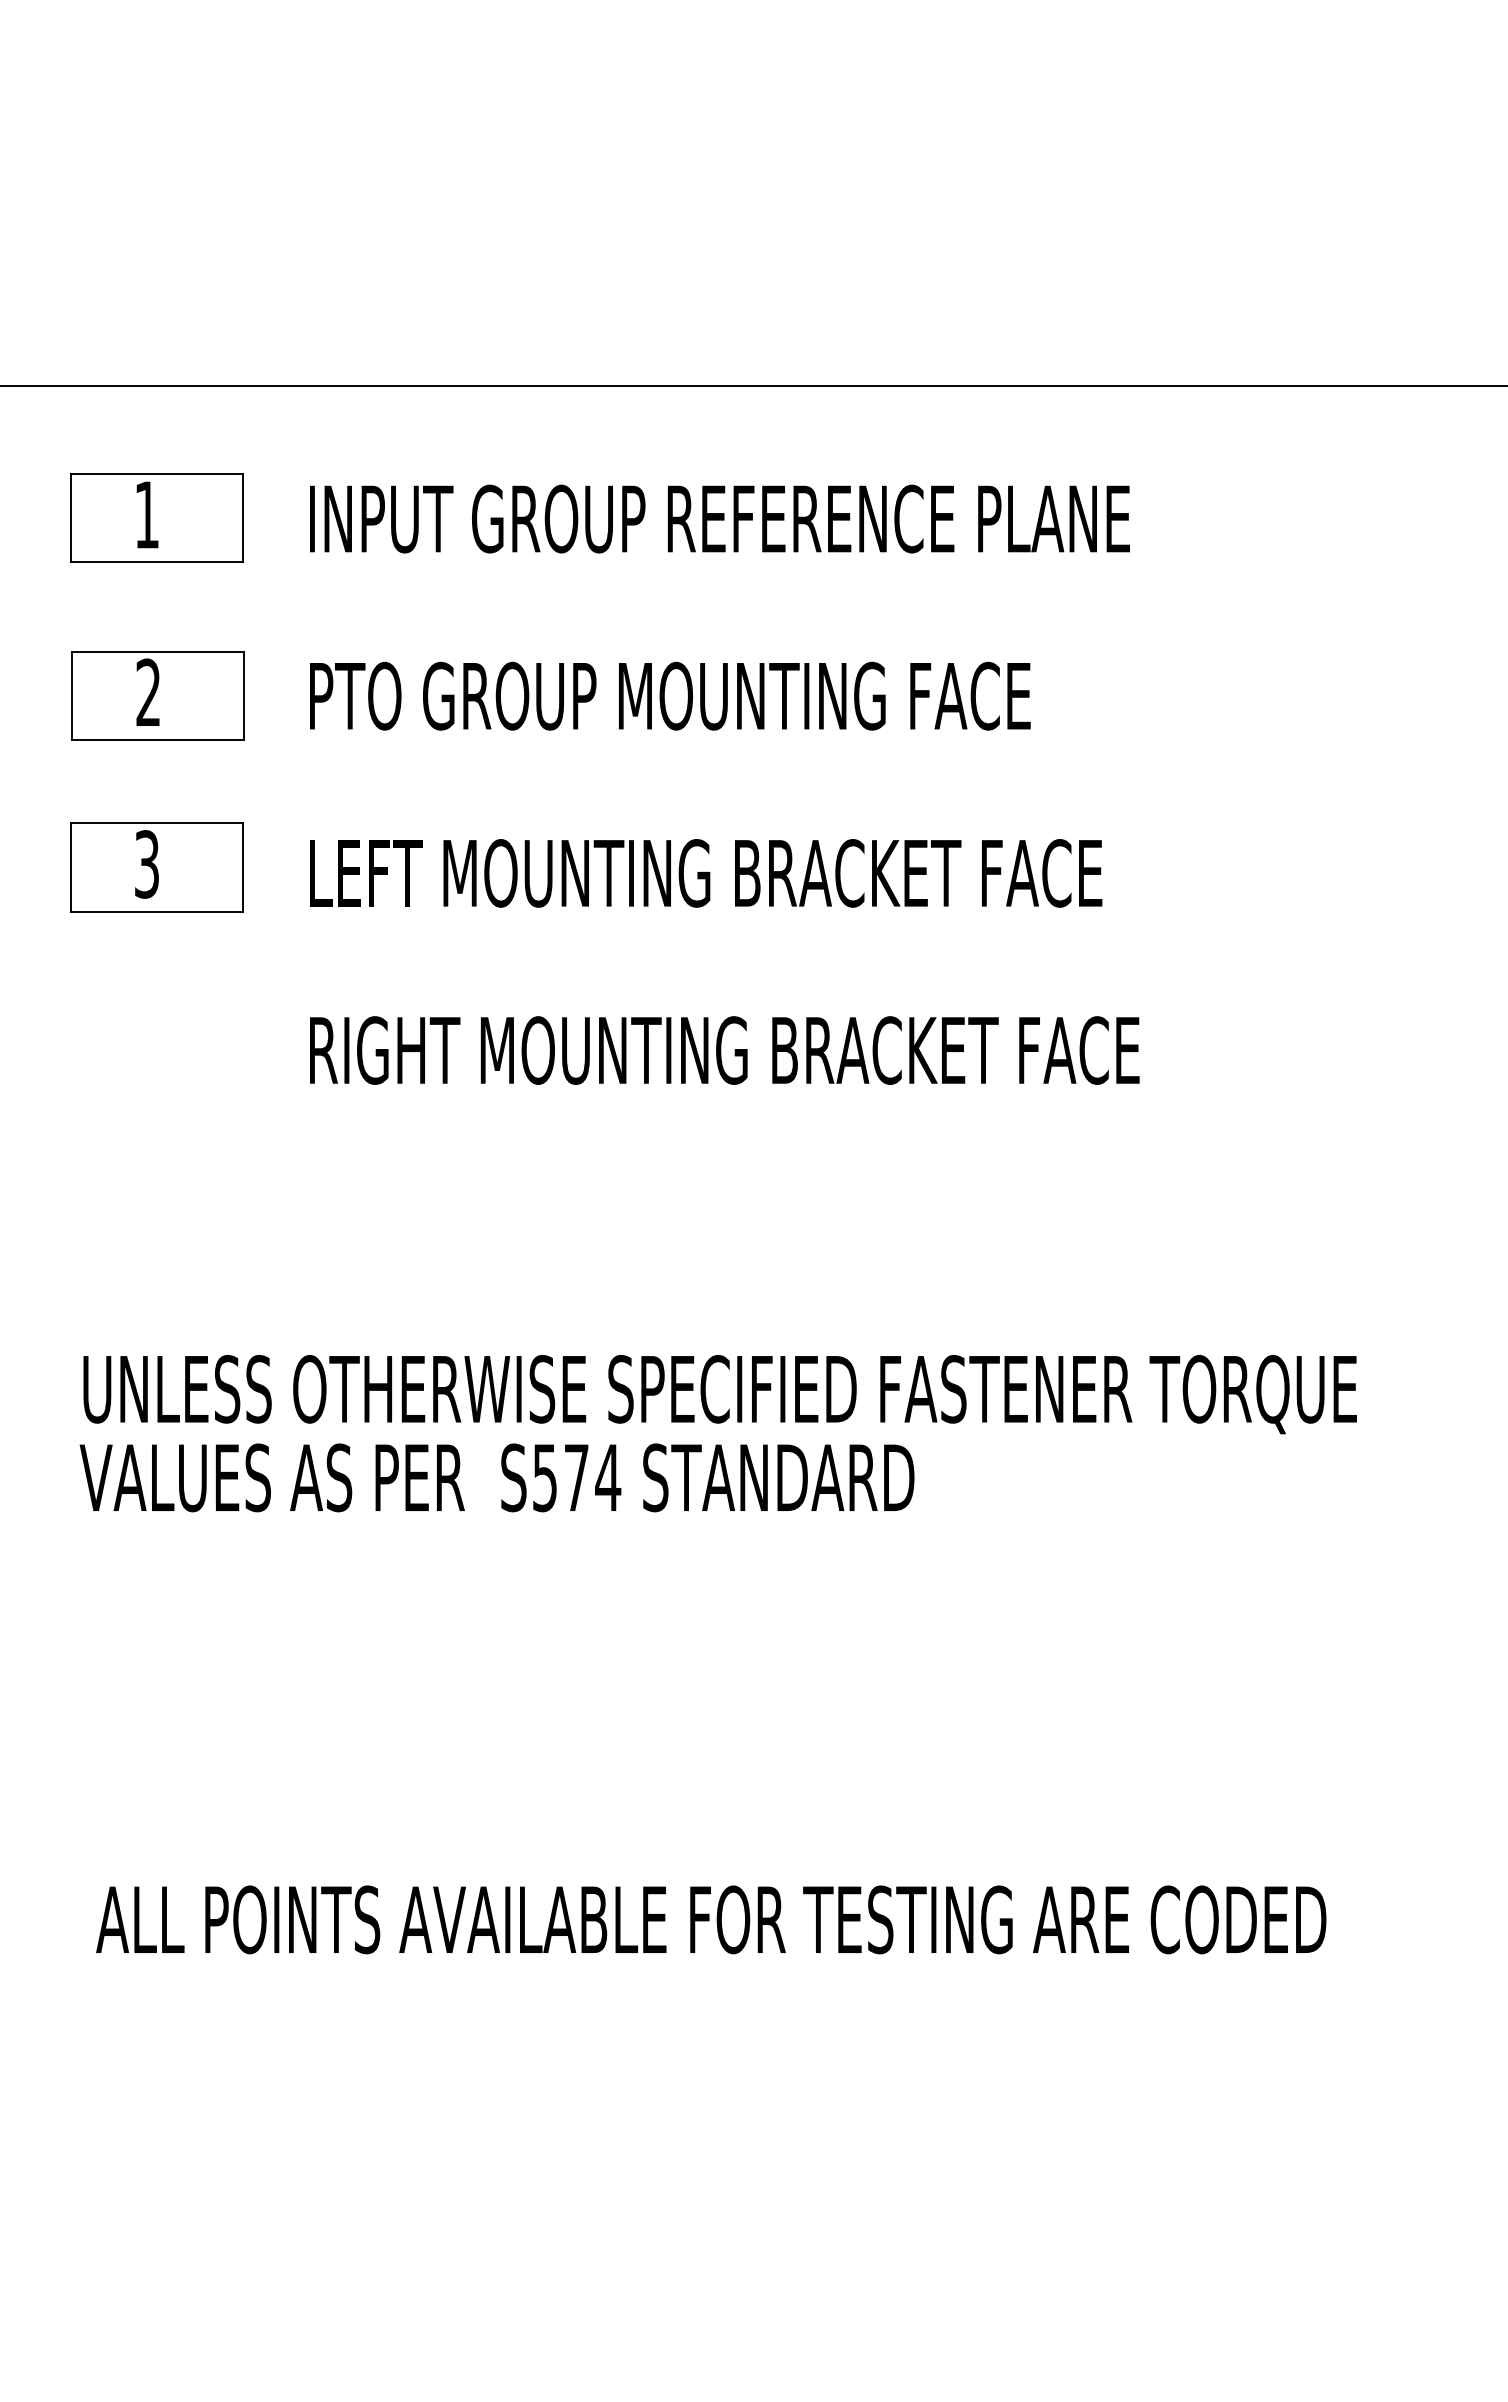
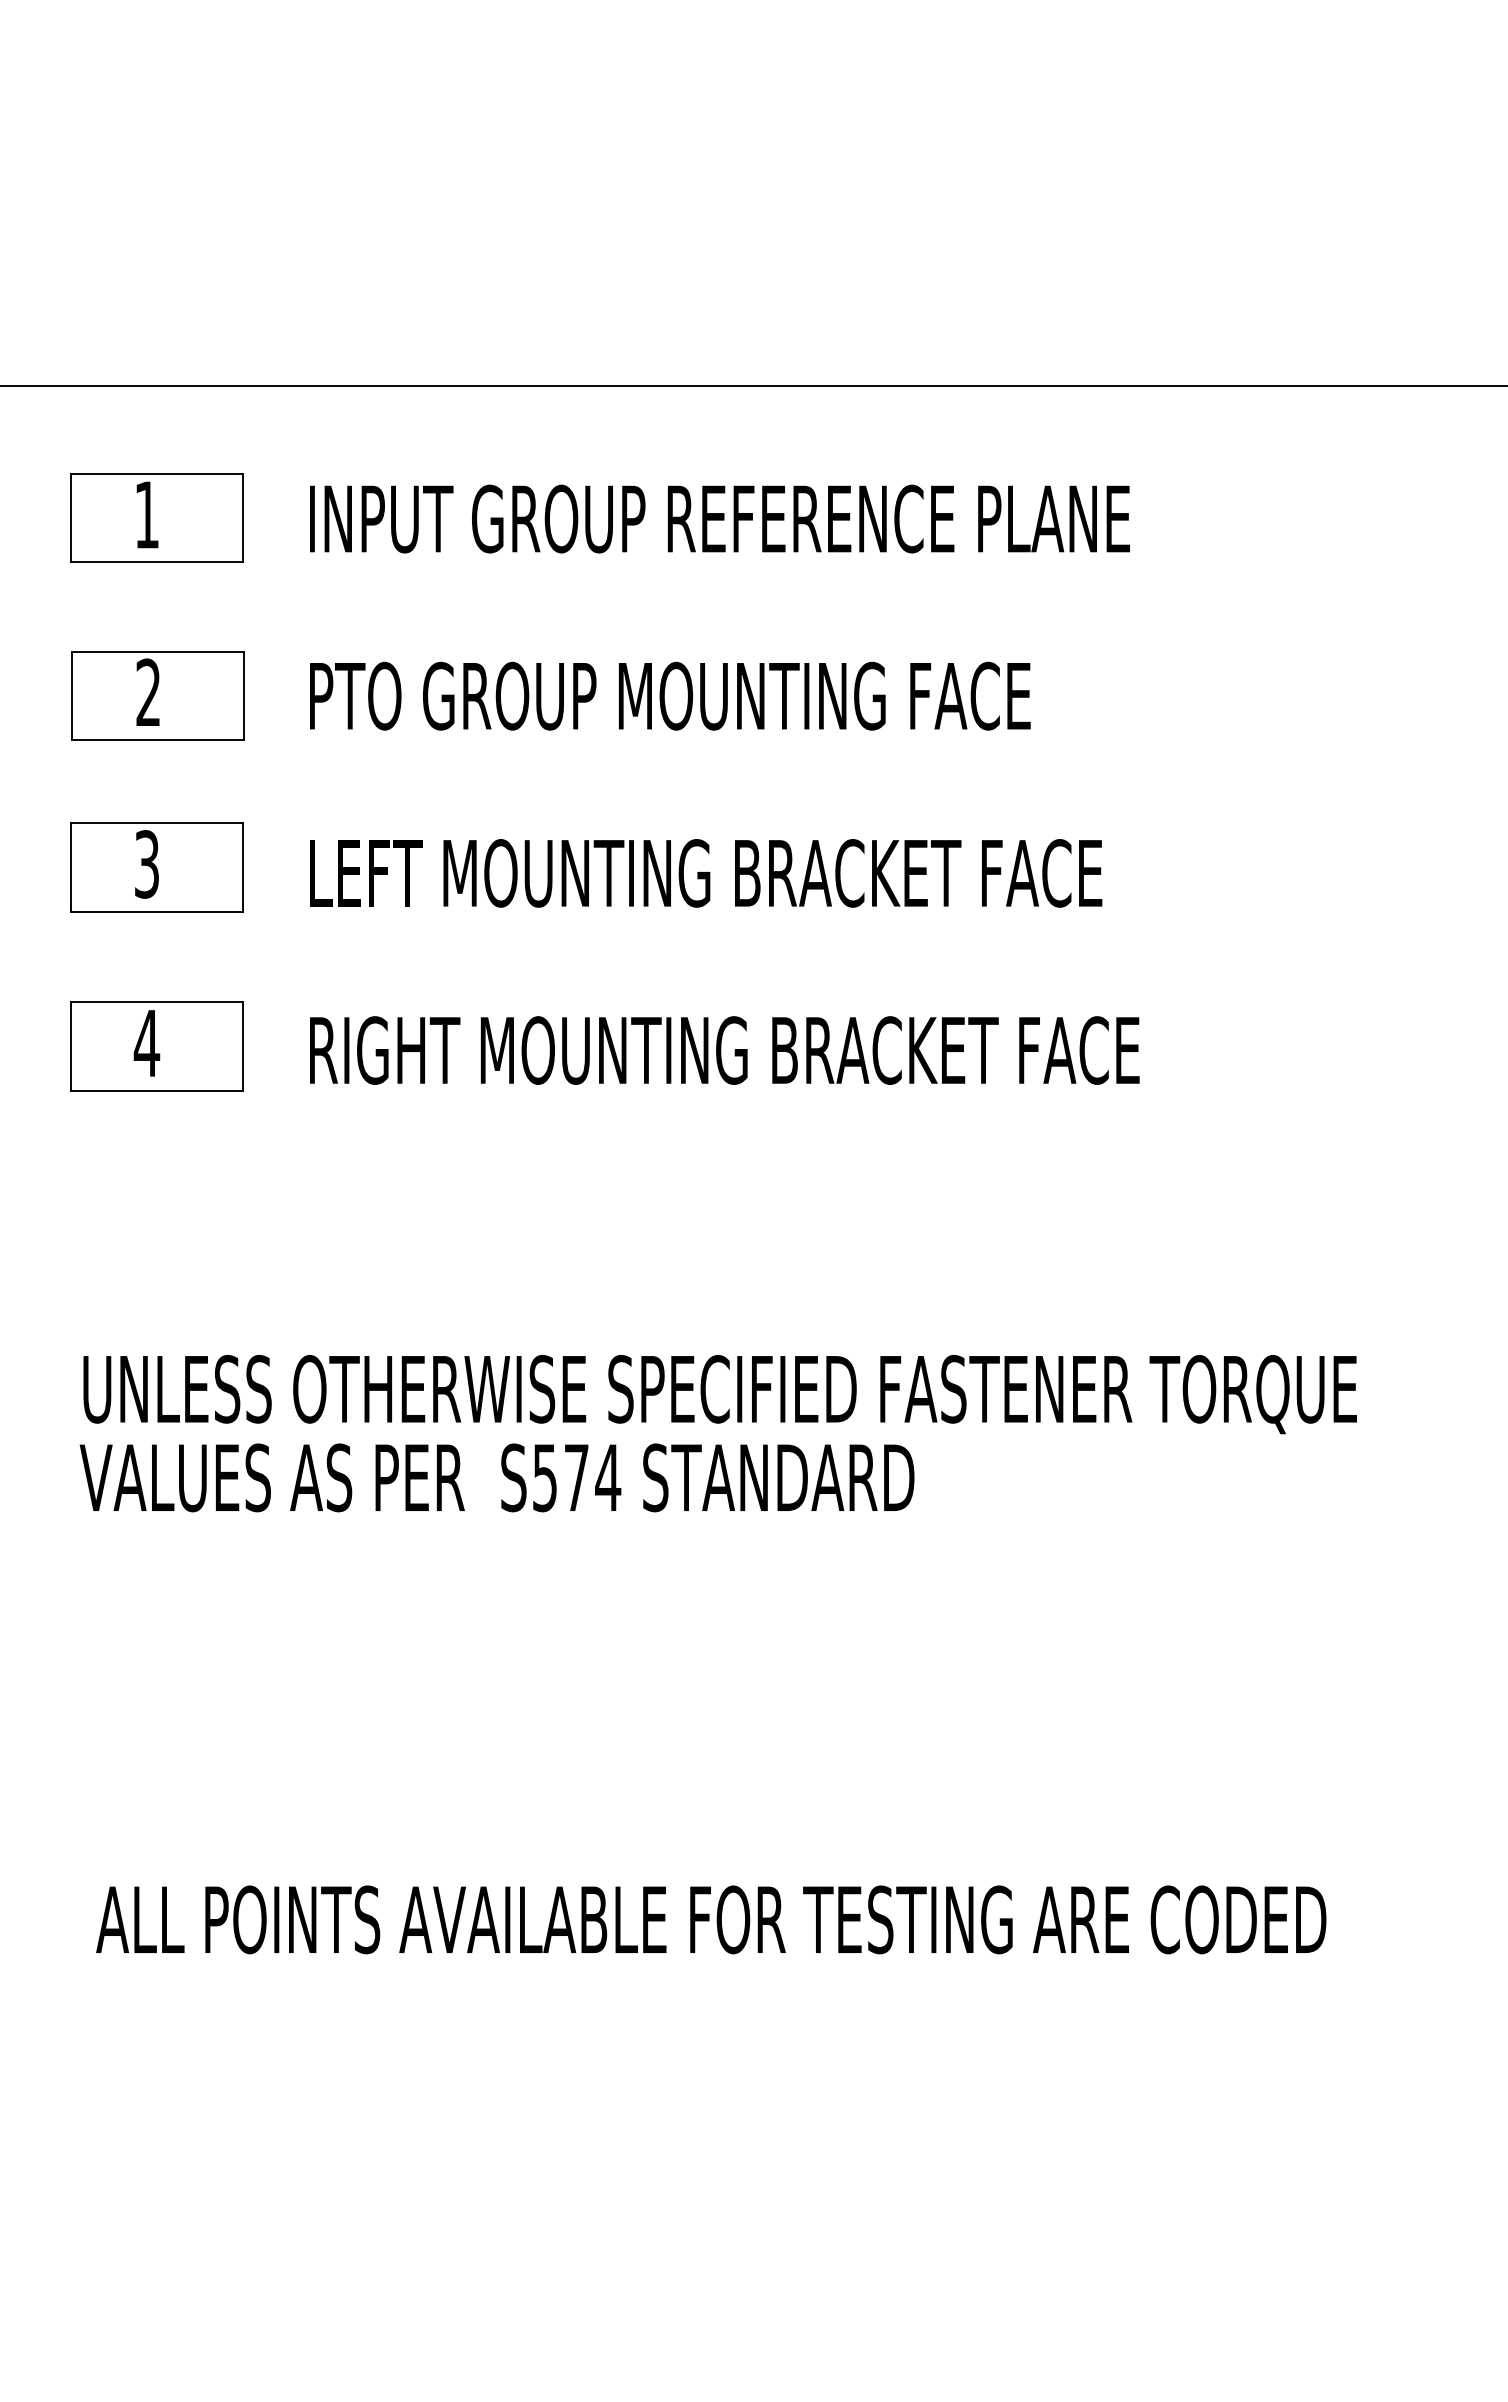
part at (156, 1046): none -> present
